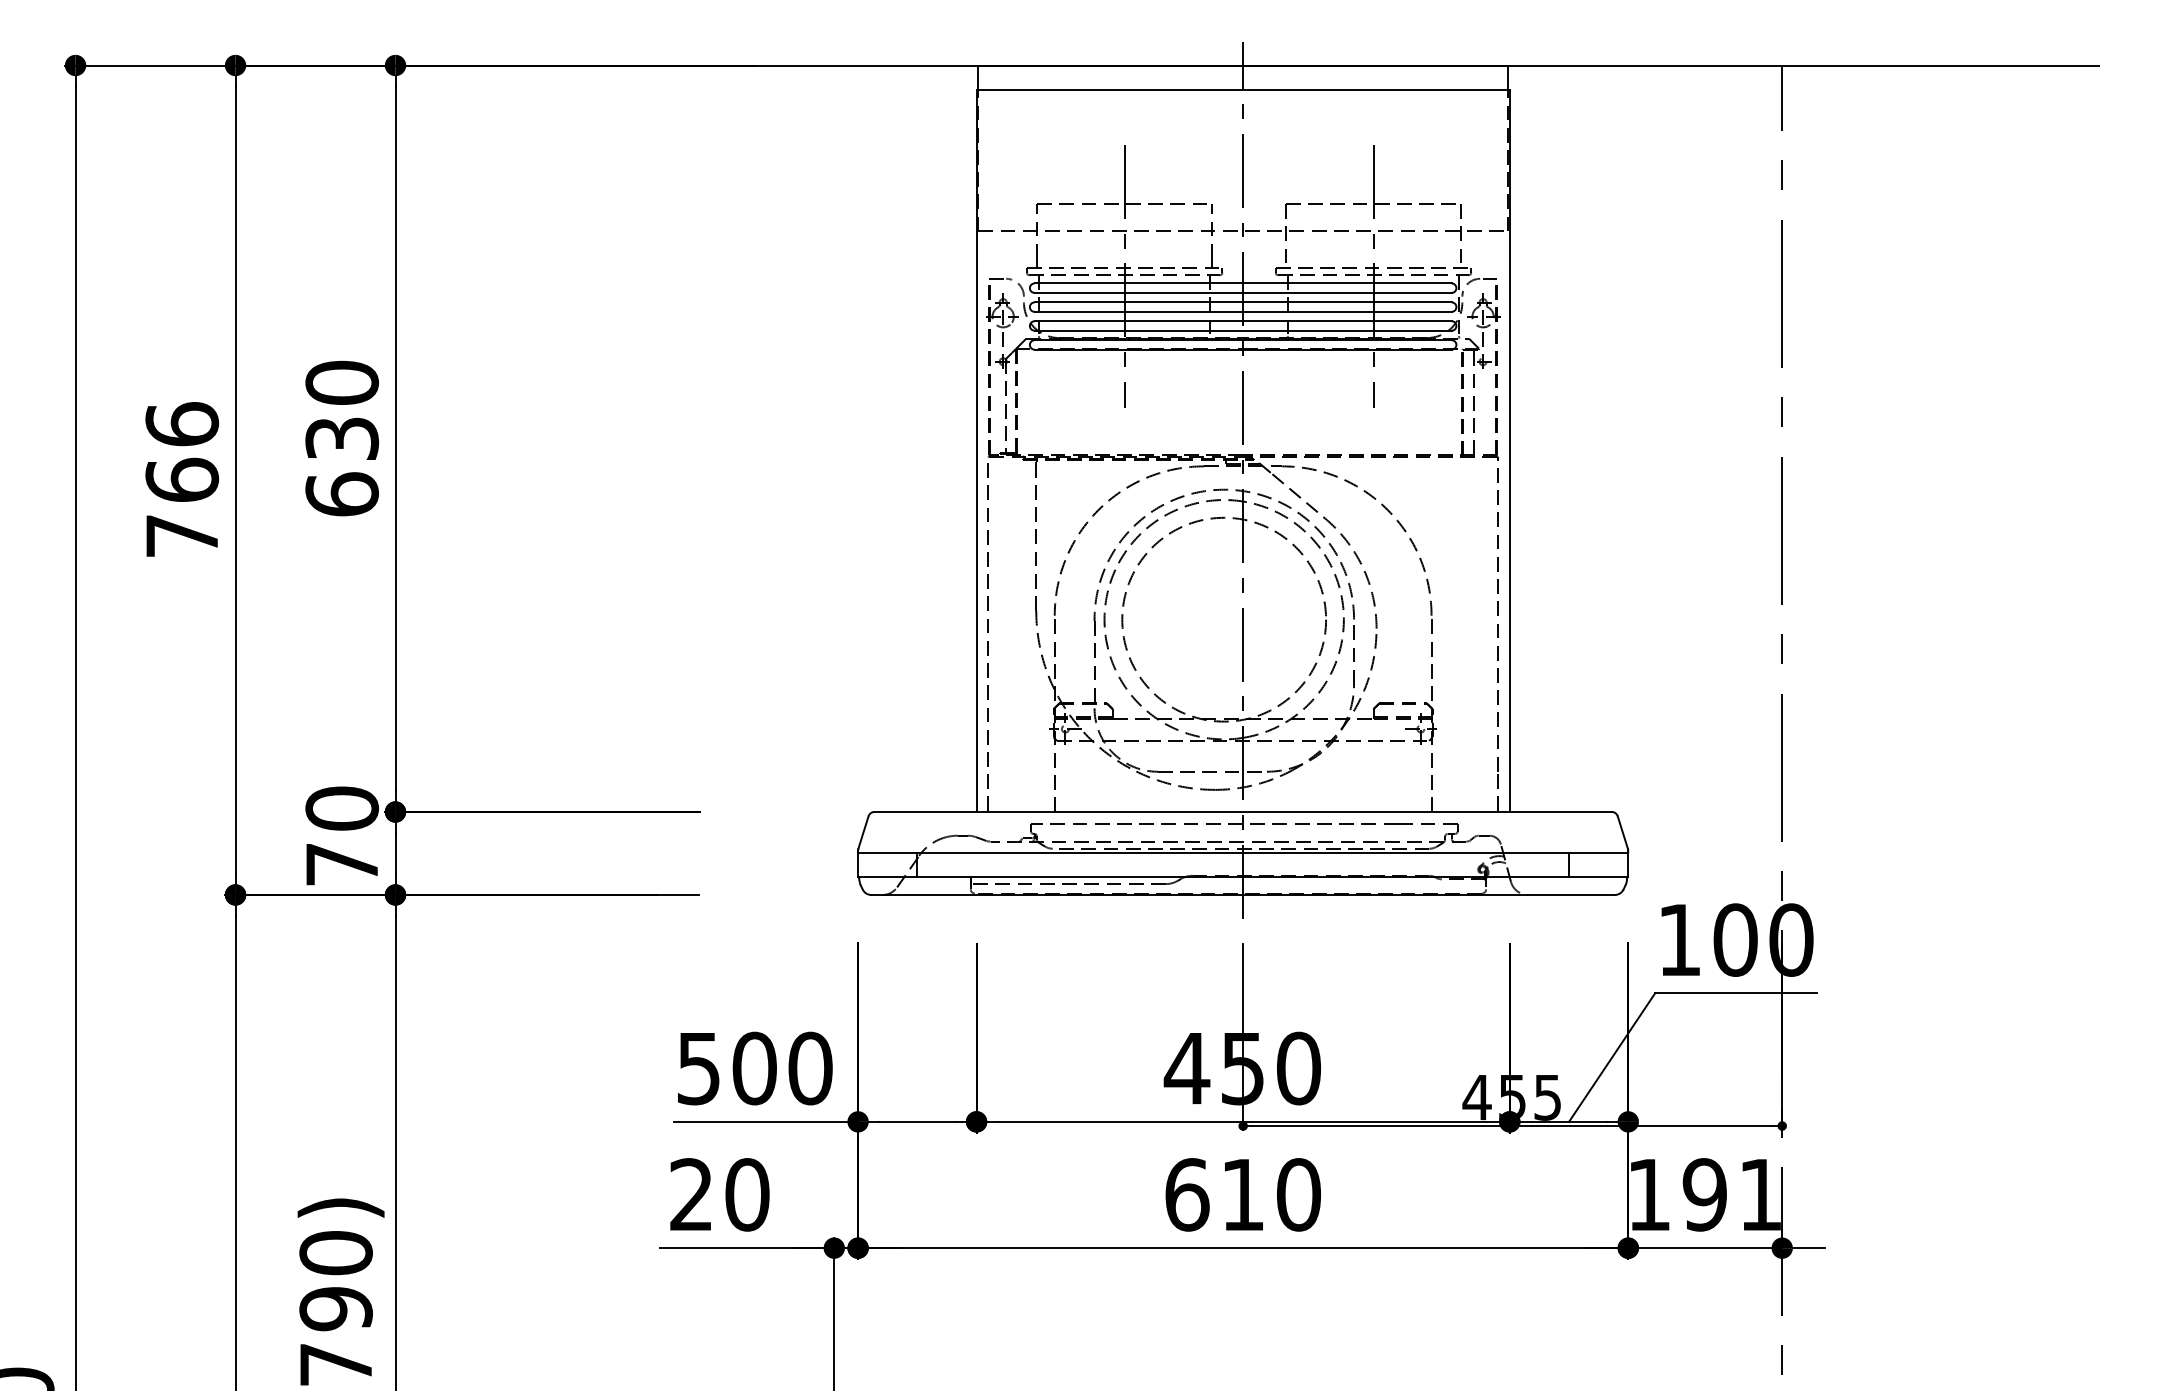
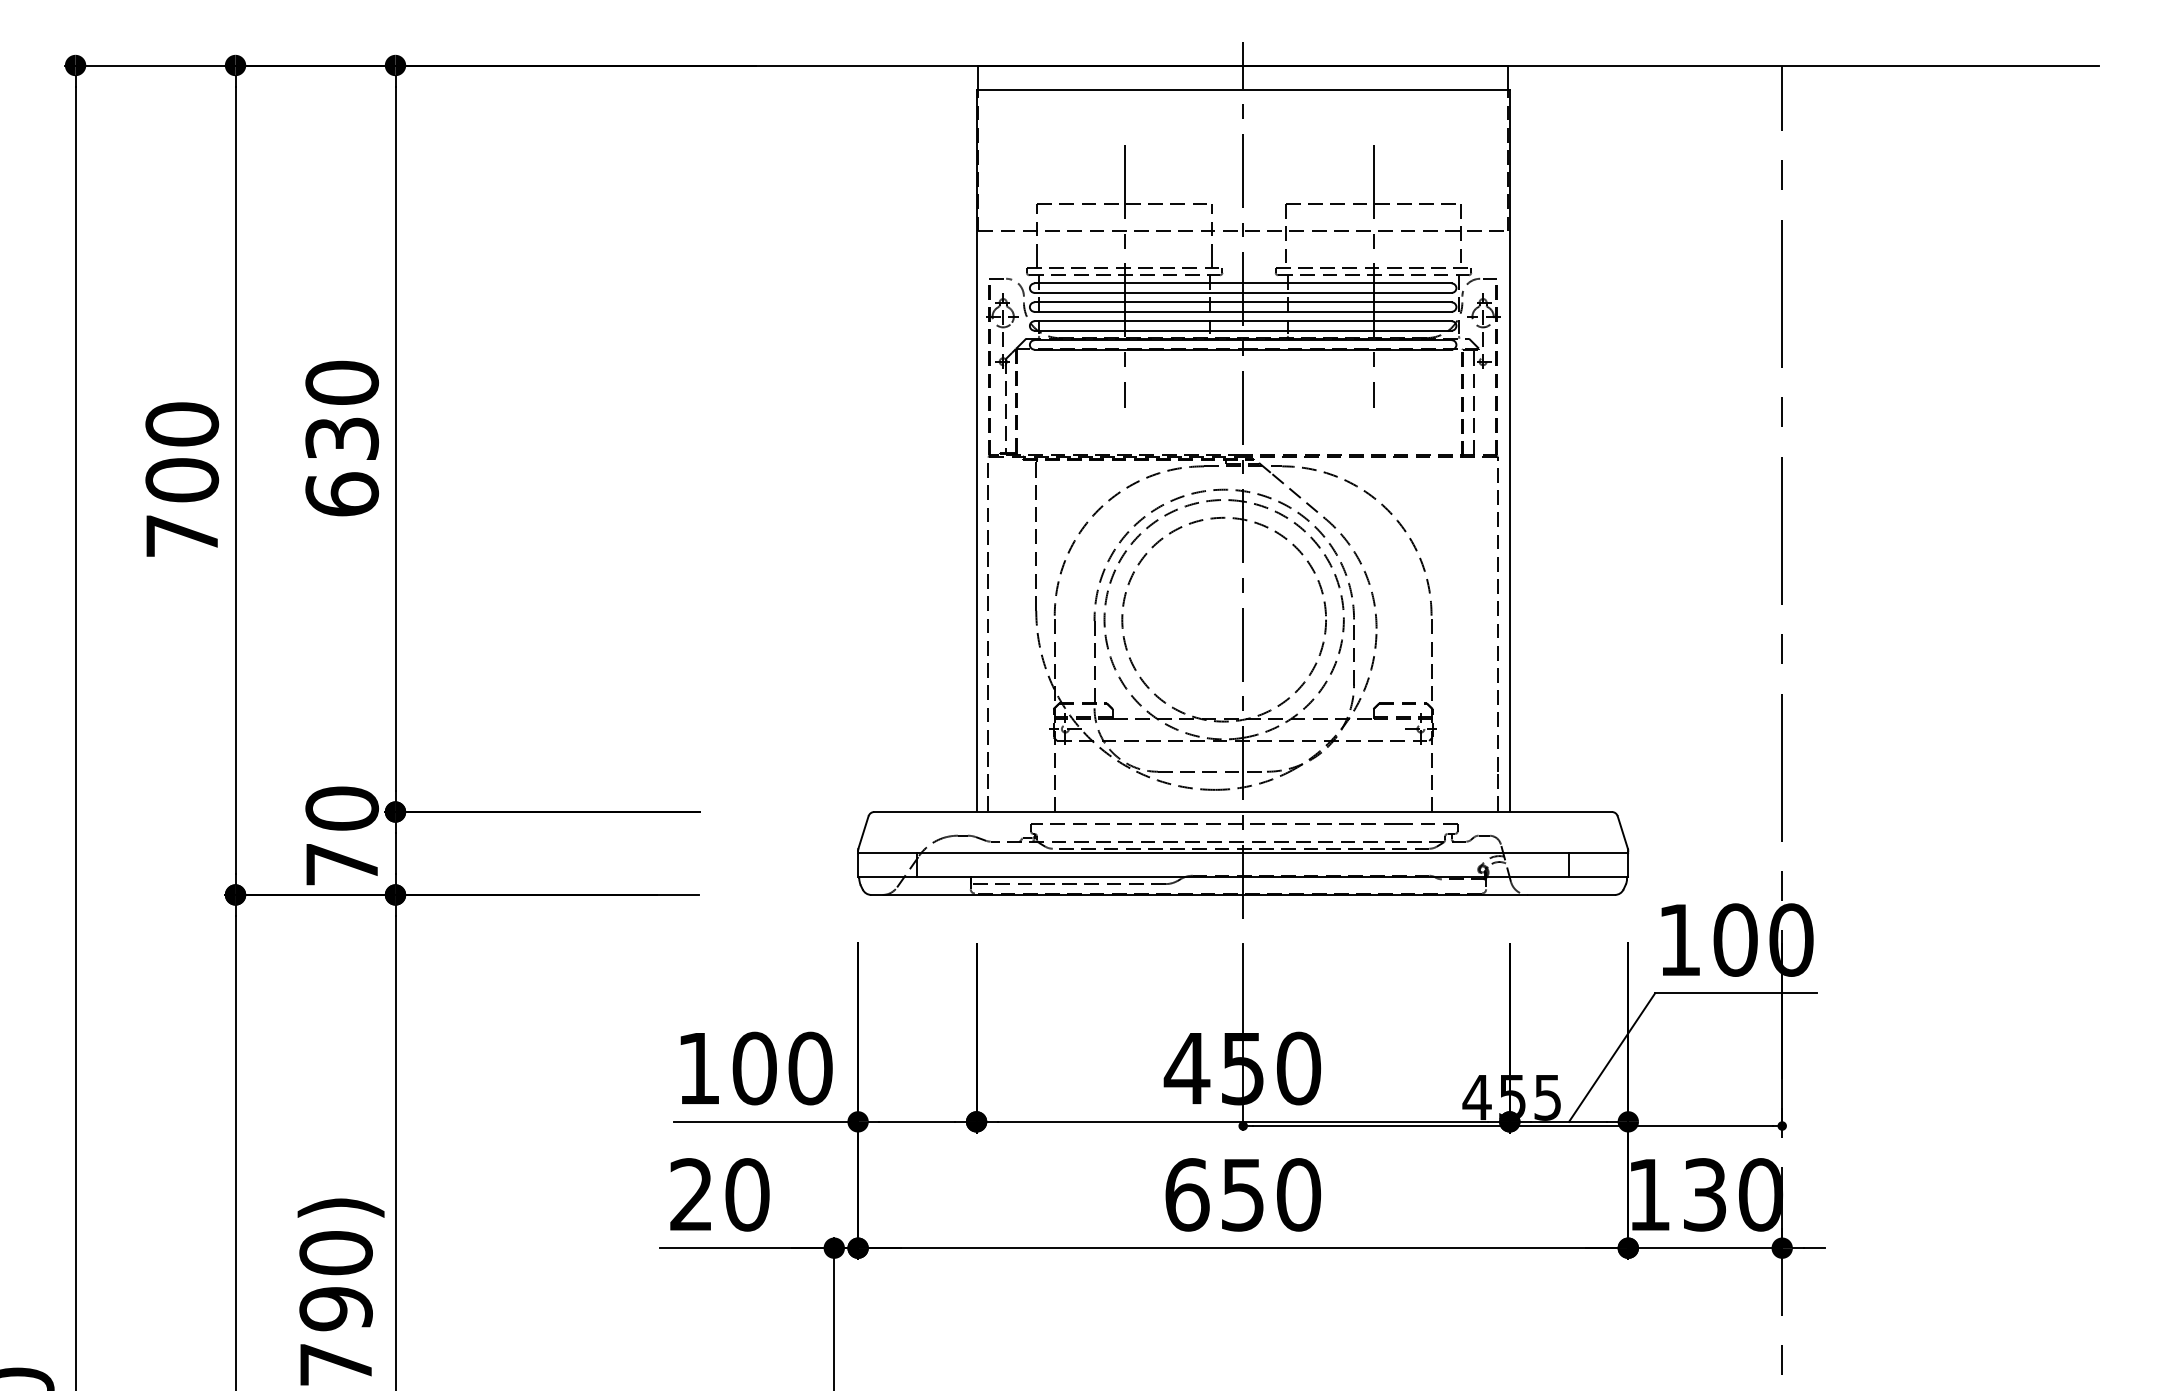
text at (181, 452): 766 -> 700
text at (698, 1069): 500 -> 100
text at (1732, 1194): 191 -> 130
text at (1242, 1195): 610 -> 650
